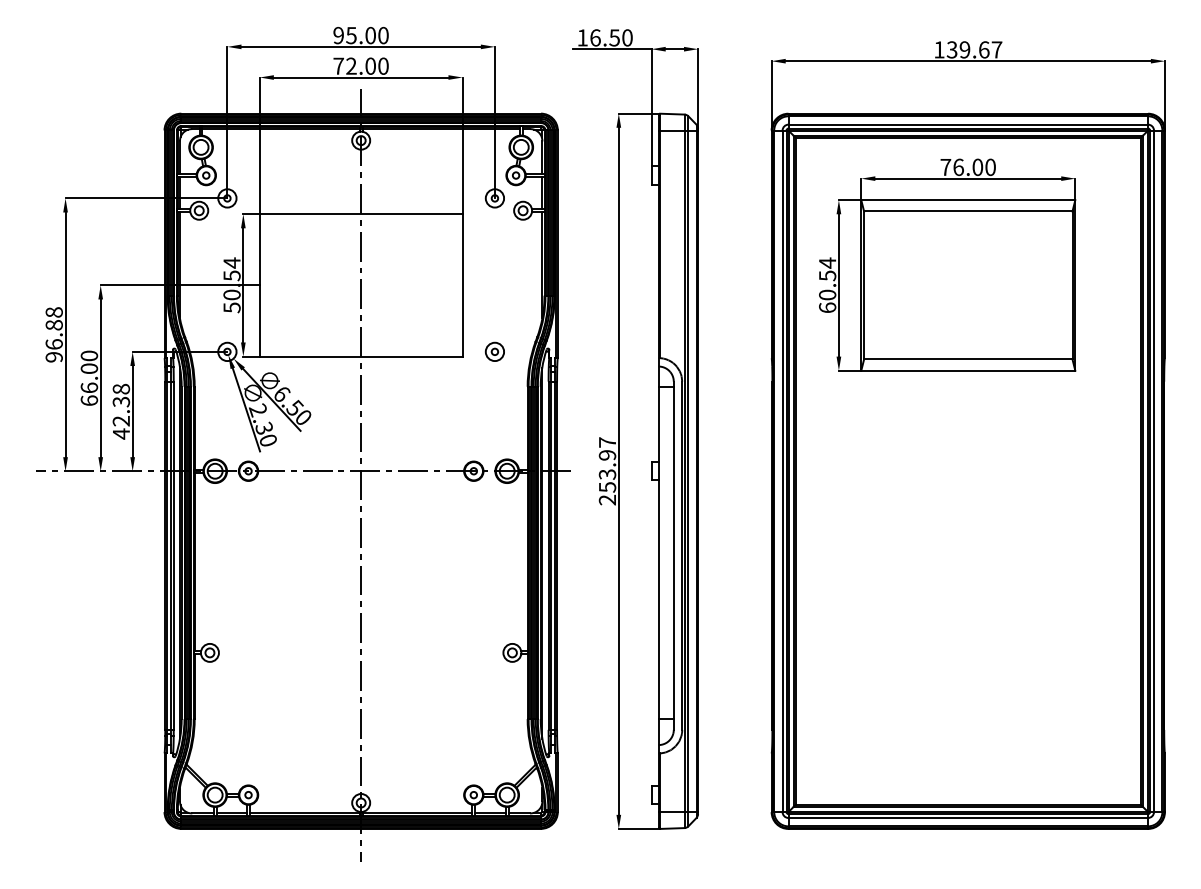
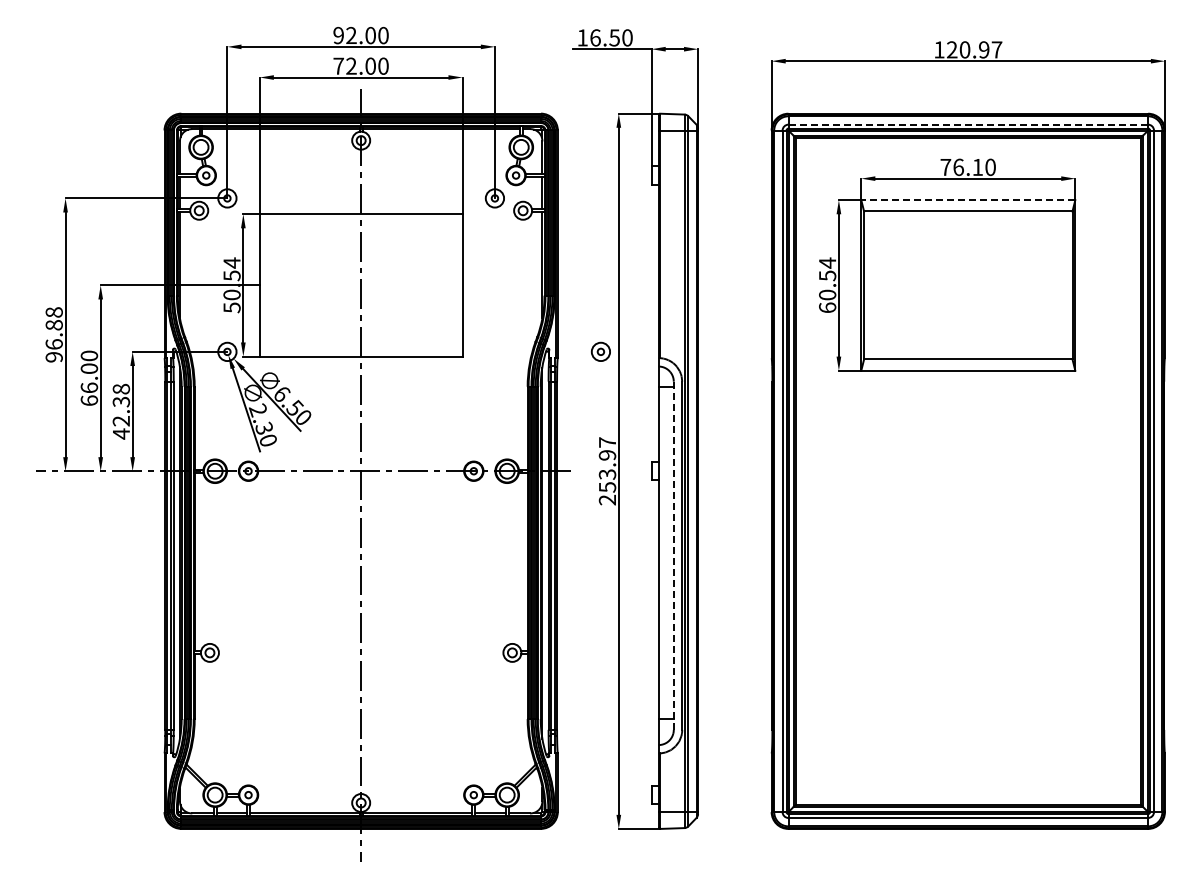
text at (351, 35): 95.00 -> 92.00
text at (967, 49): 139.67 -> 120.97
line at (968, 124): solid -> dashed
text at (977, 167): 76.00 -> 76.10
line at (967, 200): solid -> dashed
part at (494, 351) position: (494, 351) -> (600, 351)
line at (673, 556): solid -> dashed
